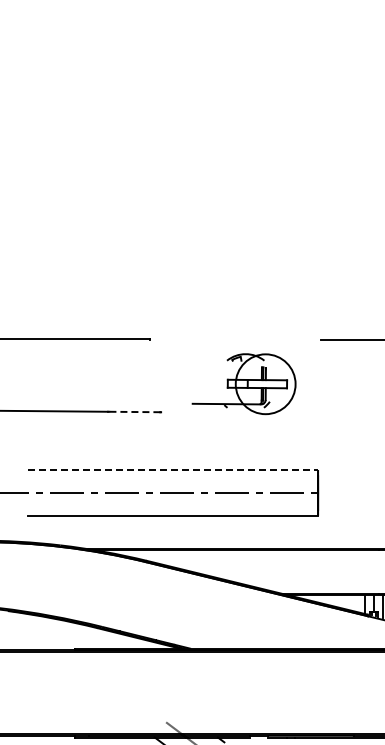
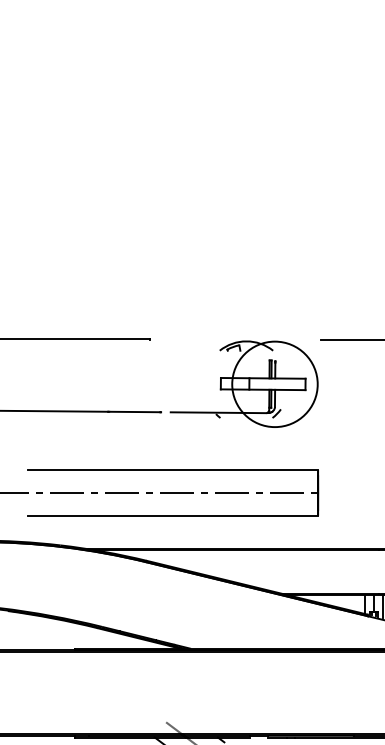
part at (243, 384) size: 106x63 px -> 150x88 px
line at (134, 412): dashed -> solid
line at (173, 470): dashed -> solid
